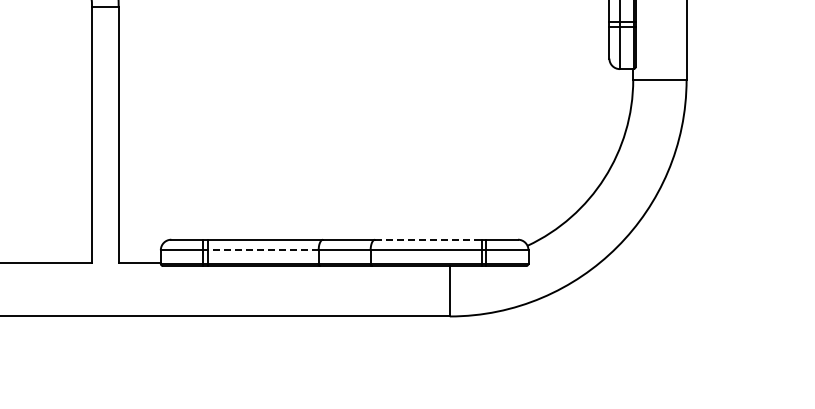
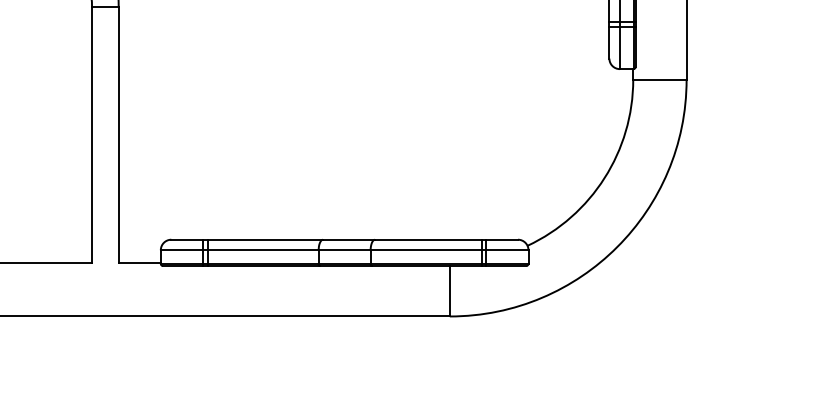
line at (428, 239): dashed -> solid
line at (263, 250): dashed -> solid
